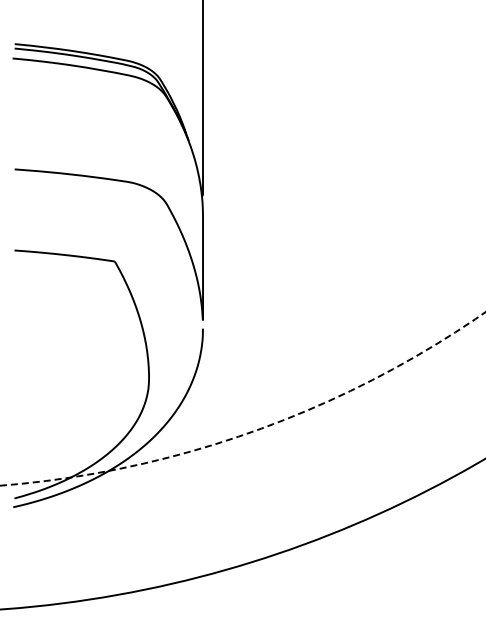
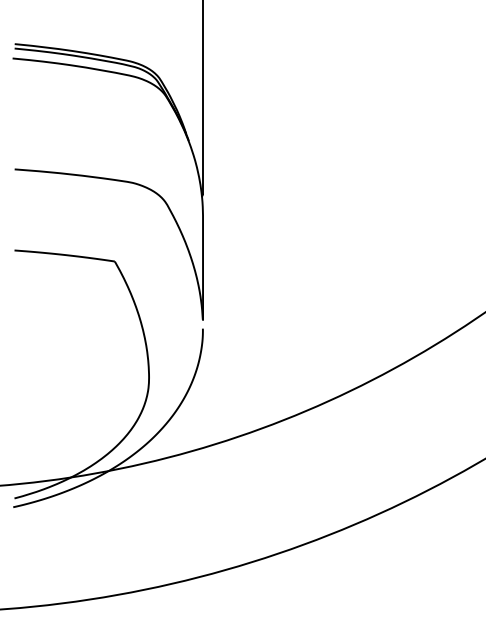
circle at (242, 398): dashed -> solid
